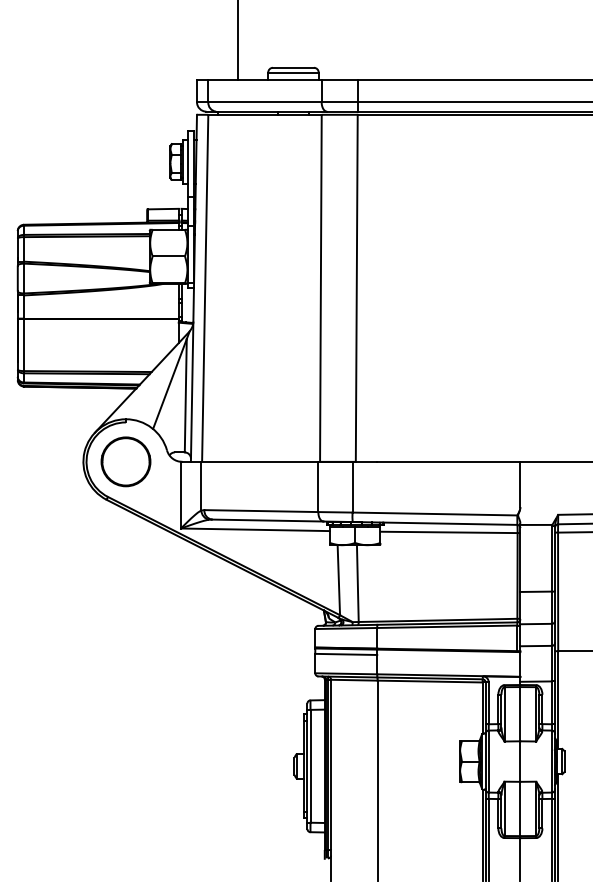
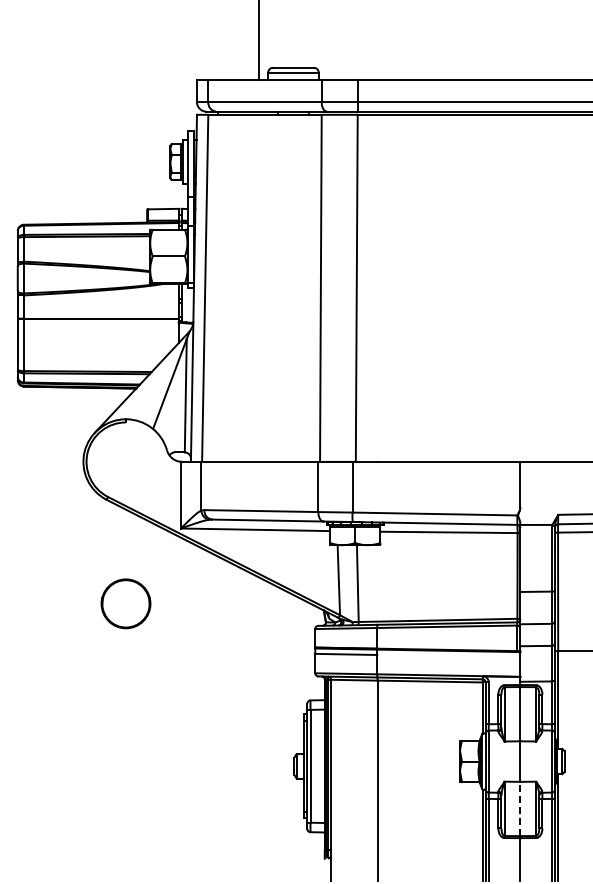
line at (238, 41) position: (238, 41) -> (259, 41)
part at (125, 461) position: (125, 461) -> (125, 603)
line at (520, 808): solid -> dashed
